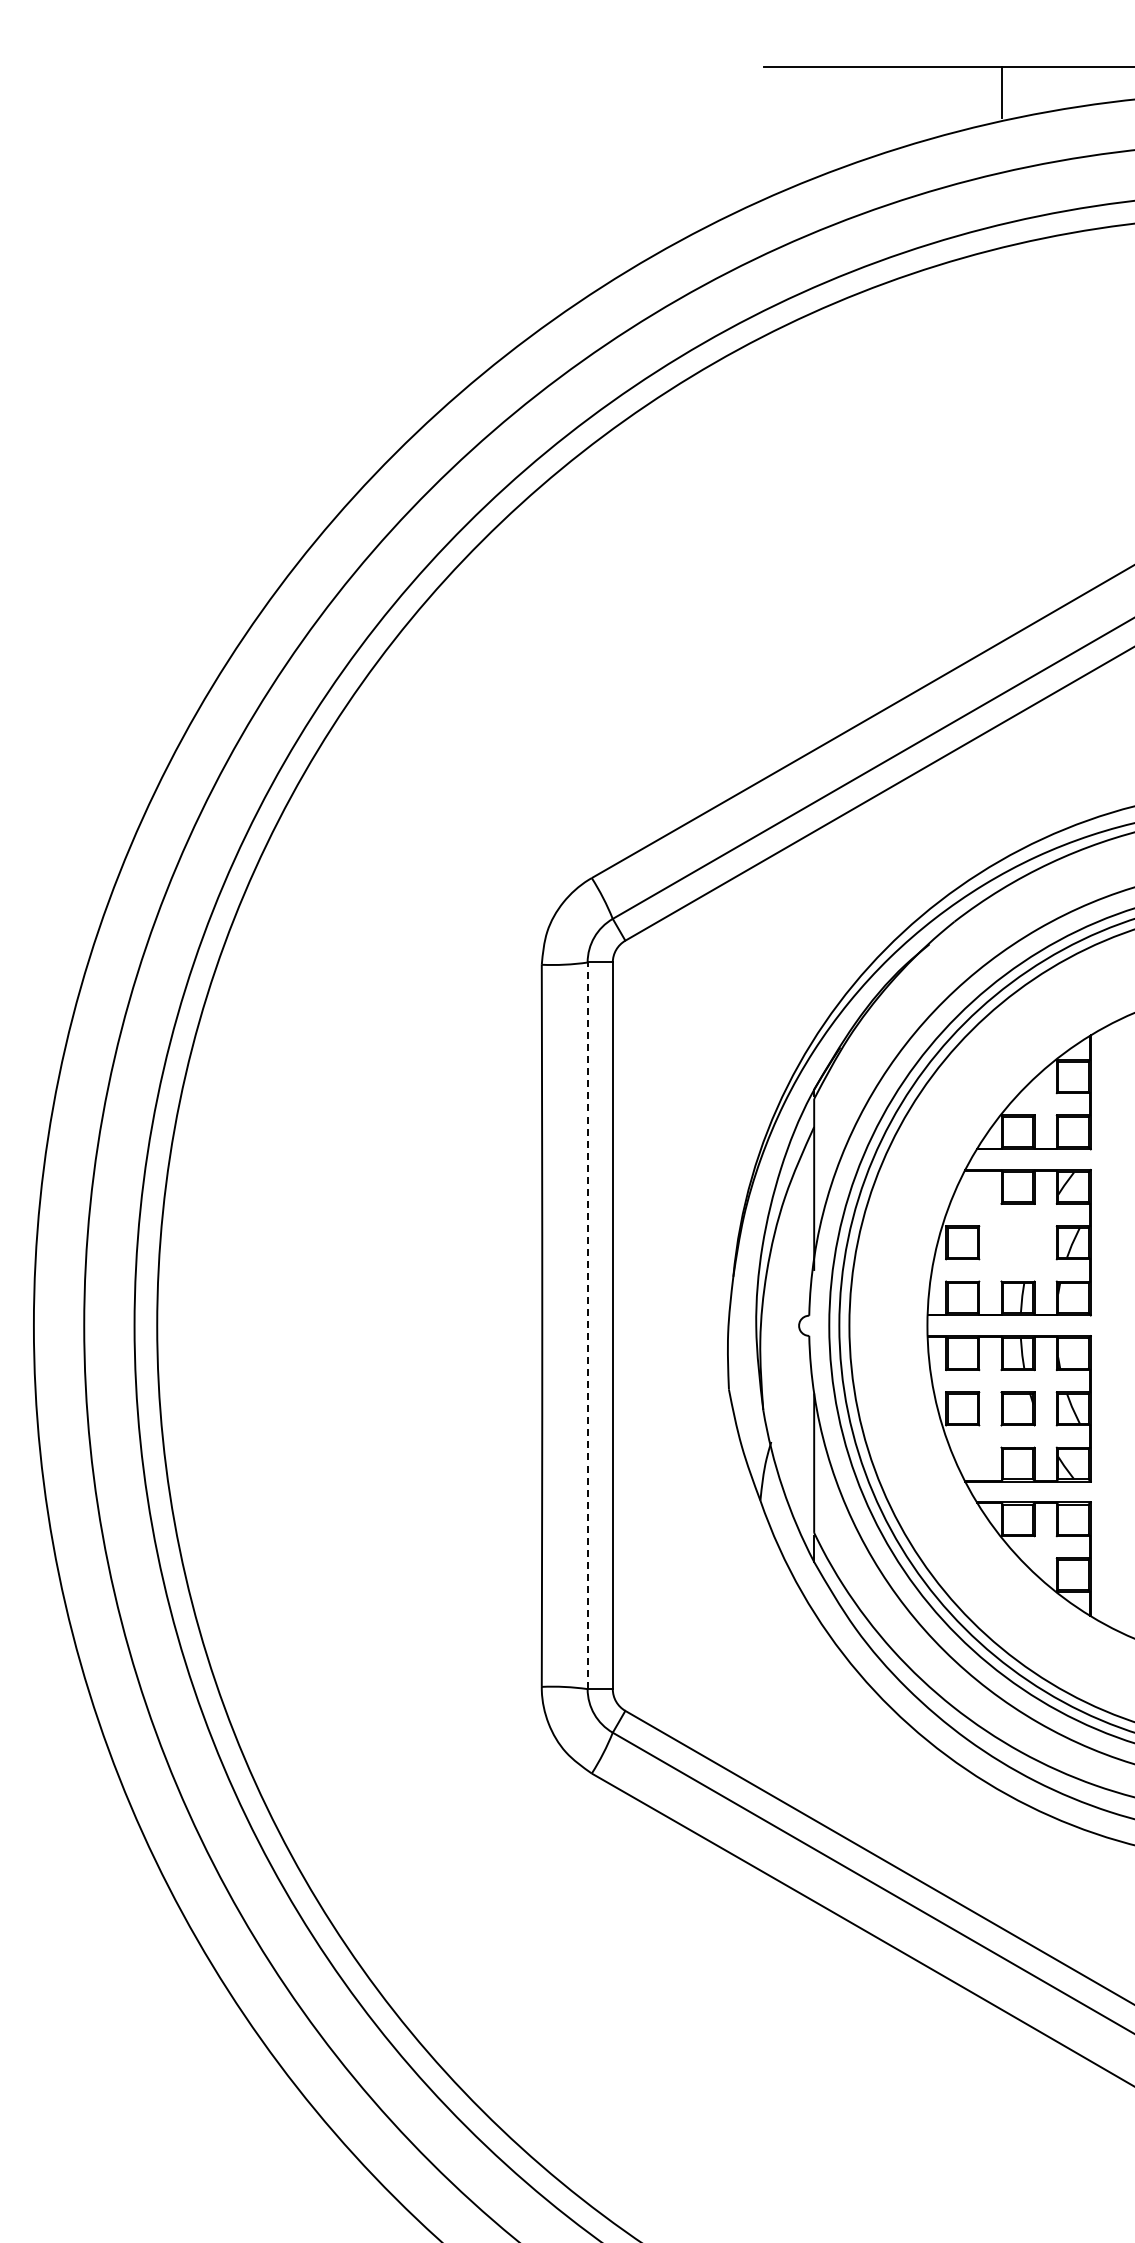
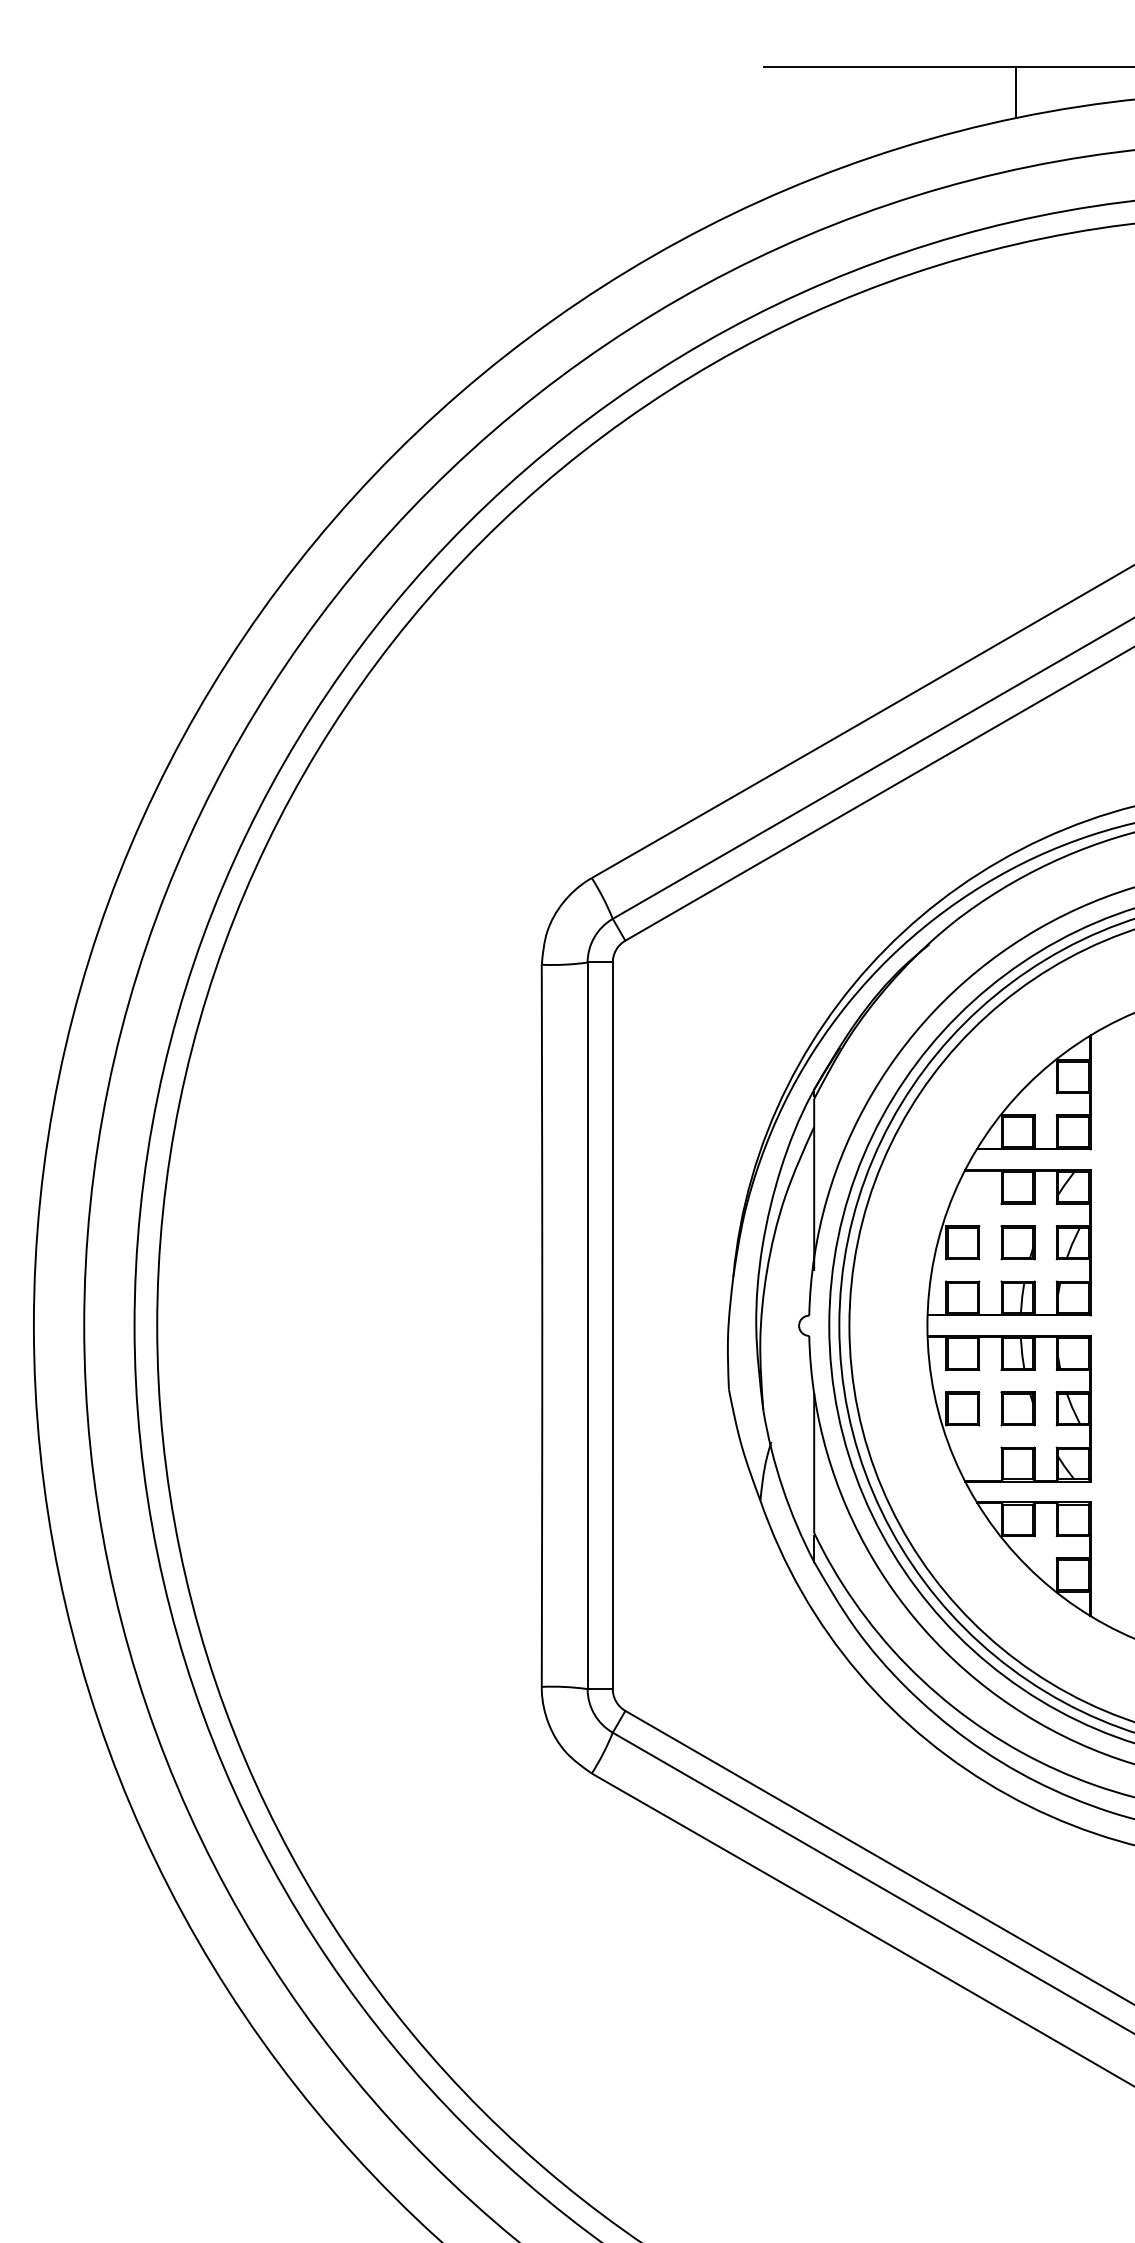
line at (1001, 92) position: (1001, 92) -> (1015, 92)
part at (1017, 1242): none -> present
line at (587, 1325): dashed -> solid
